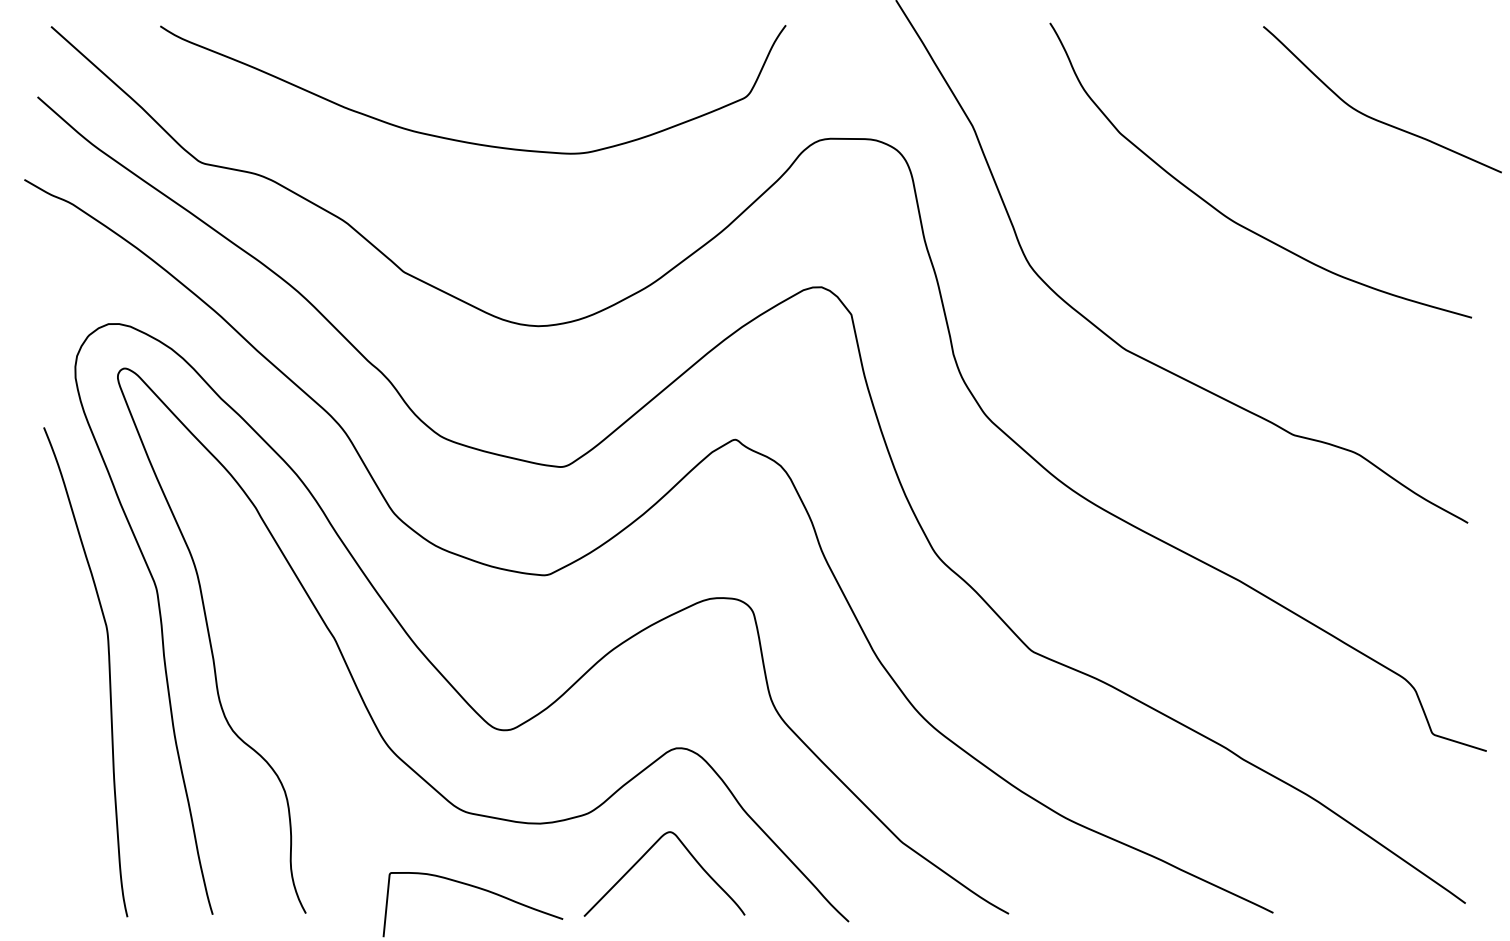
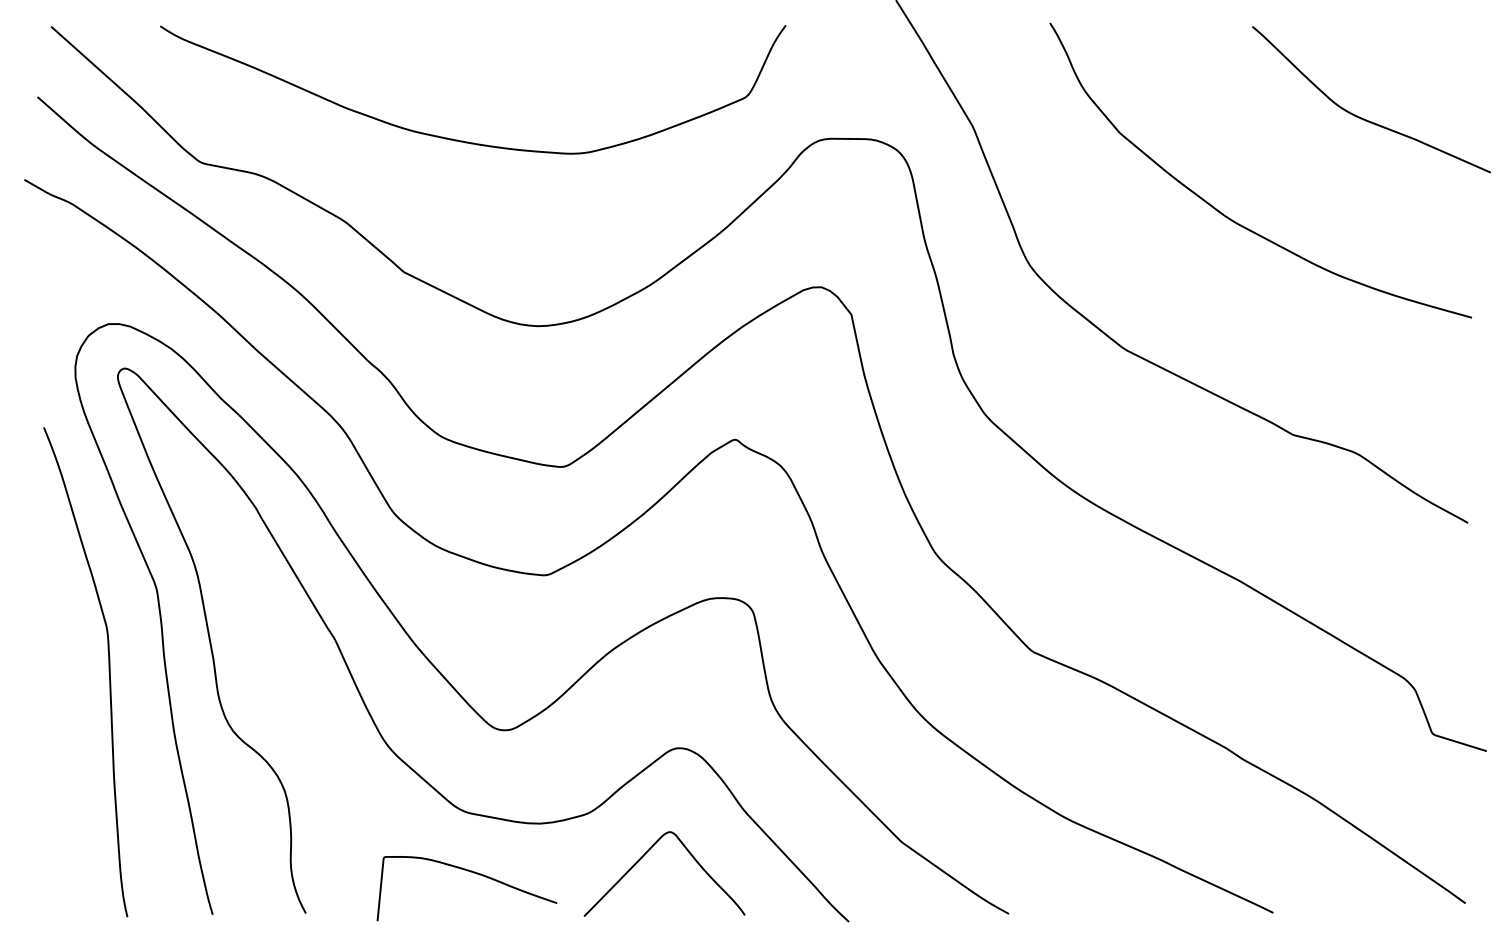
curve at (1373, 117) position: (1373, 117) -> (1362, 117)
curve at (476, 888) position: (476, 888) -> (470, 872)
